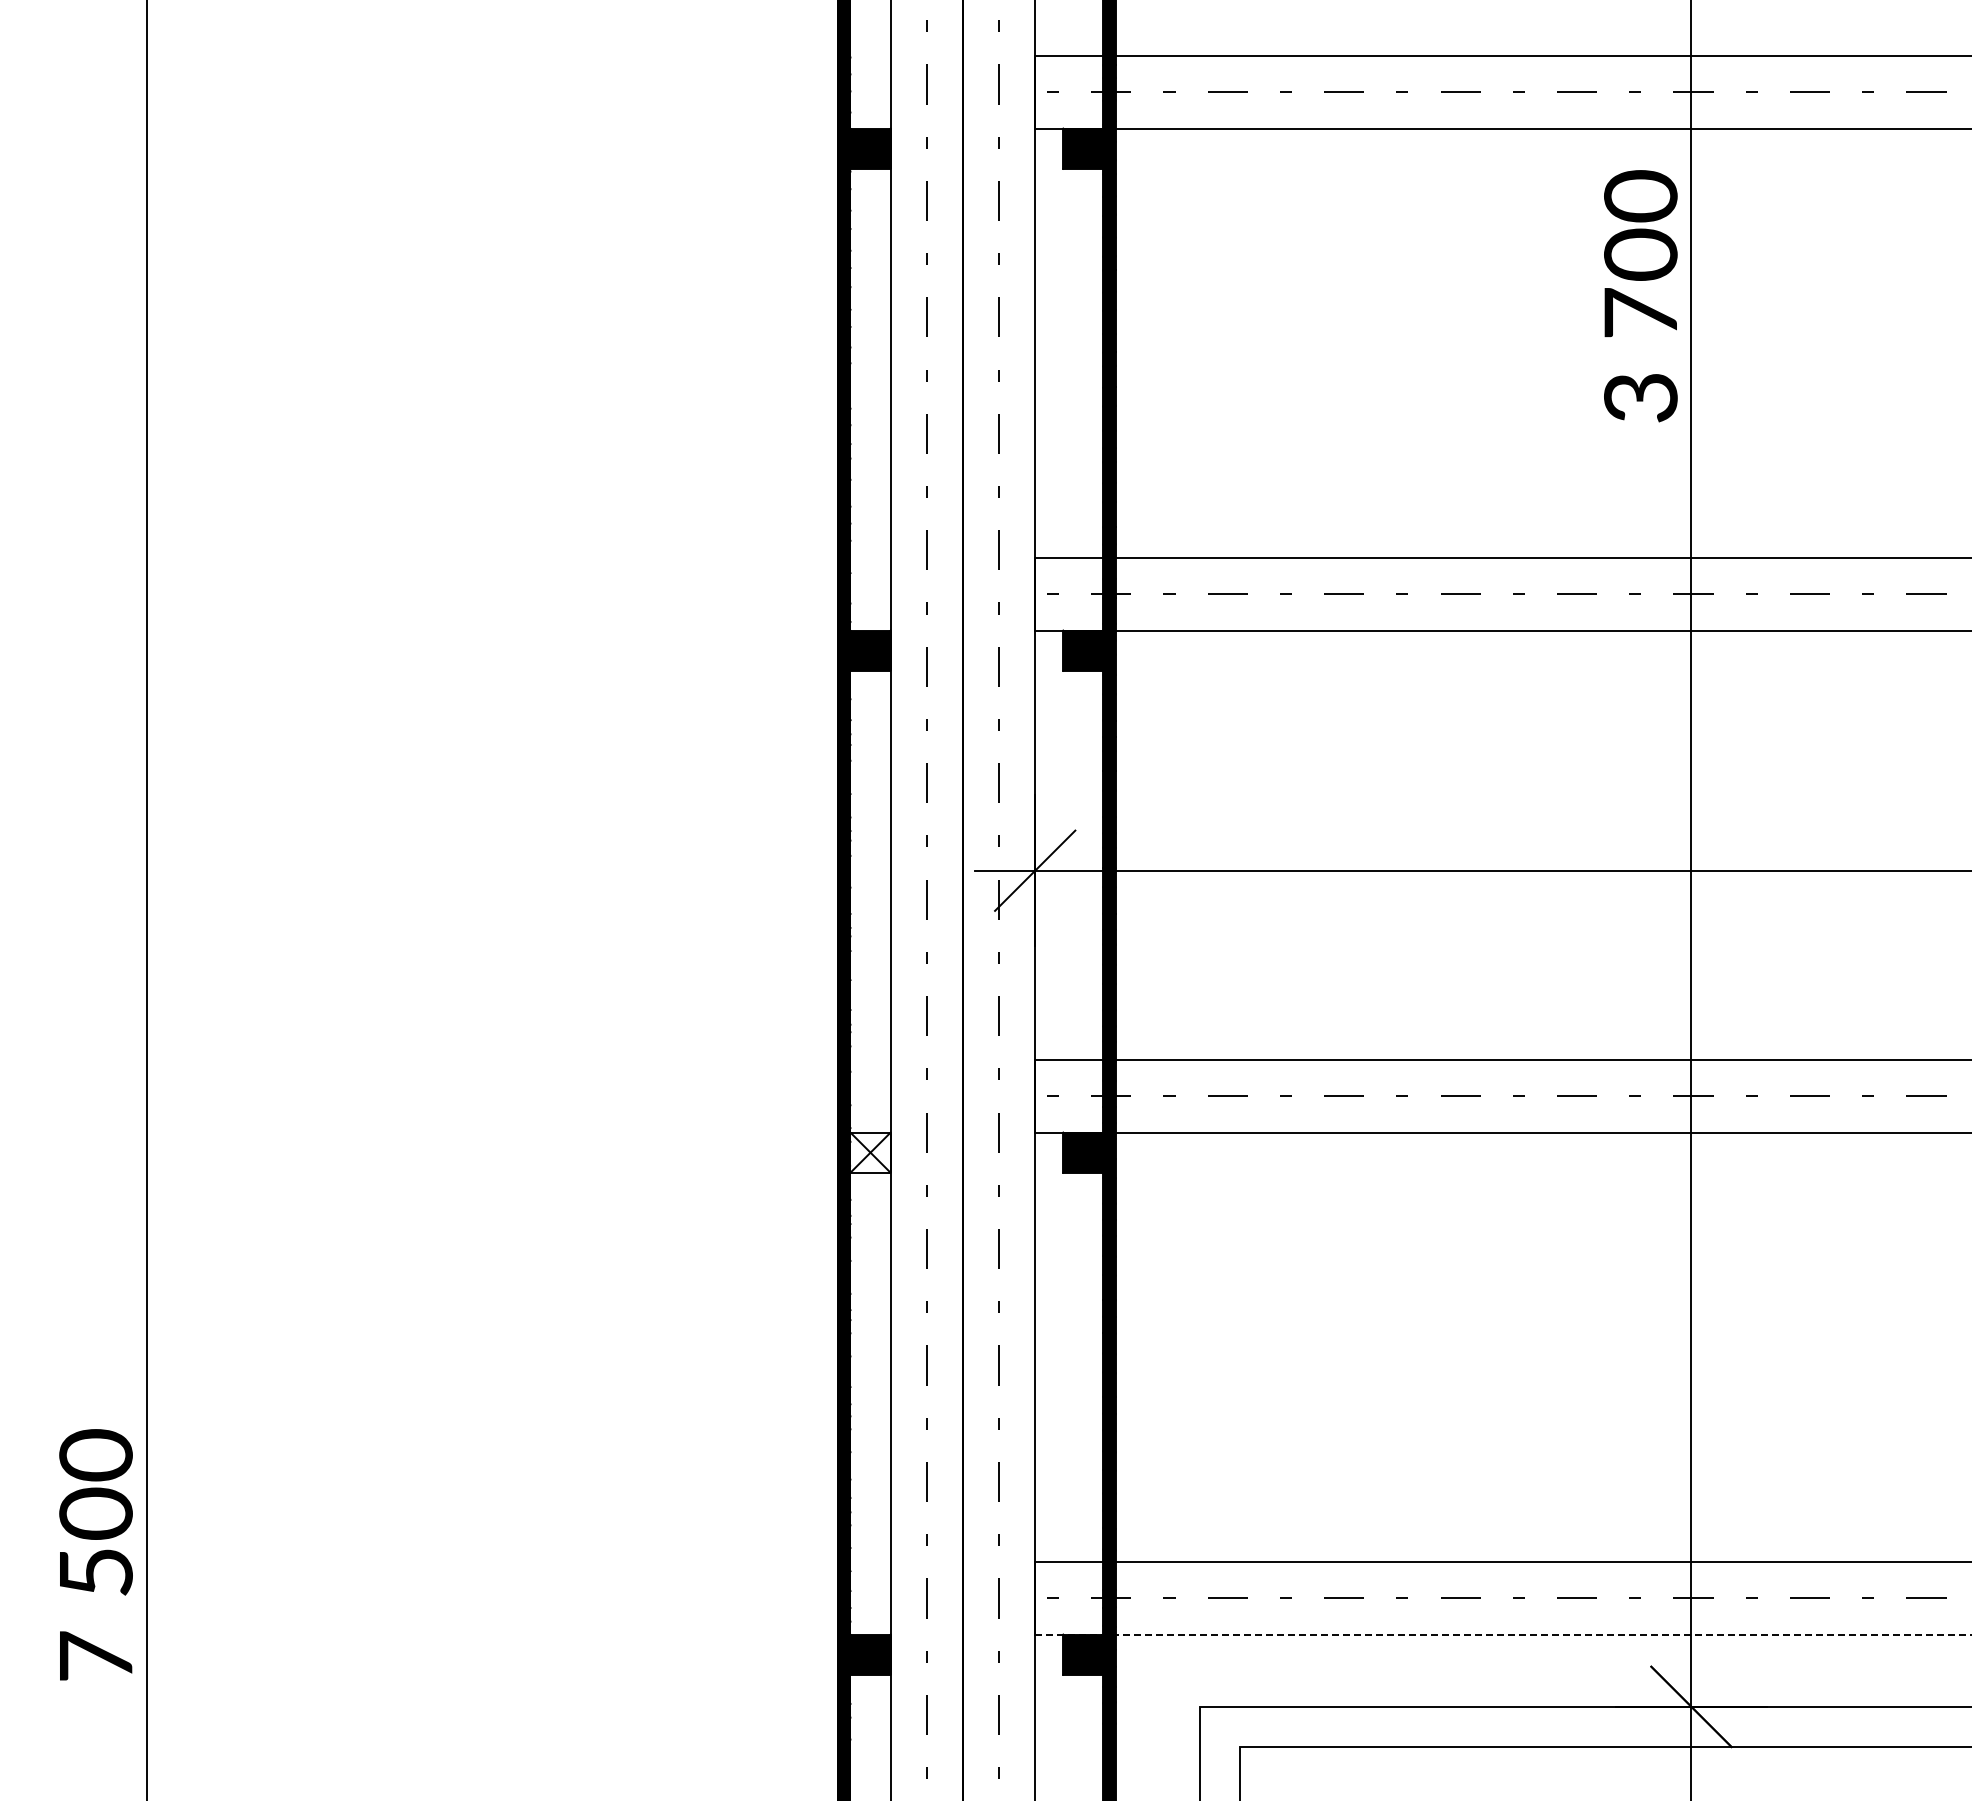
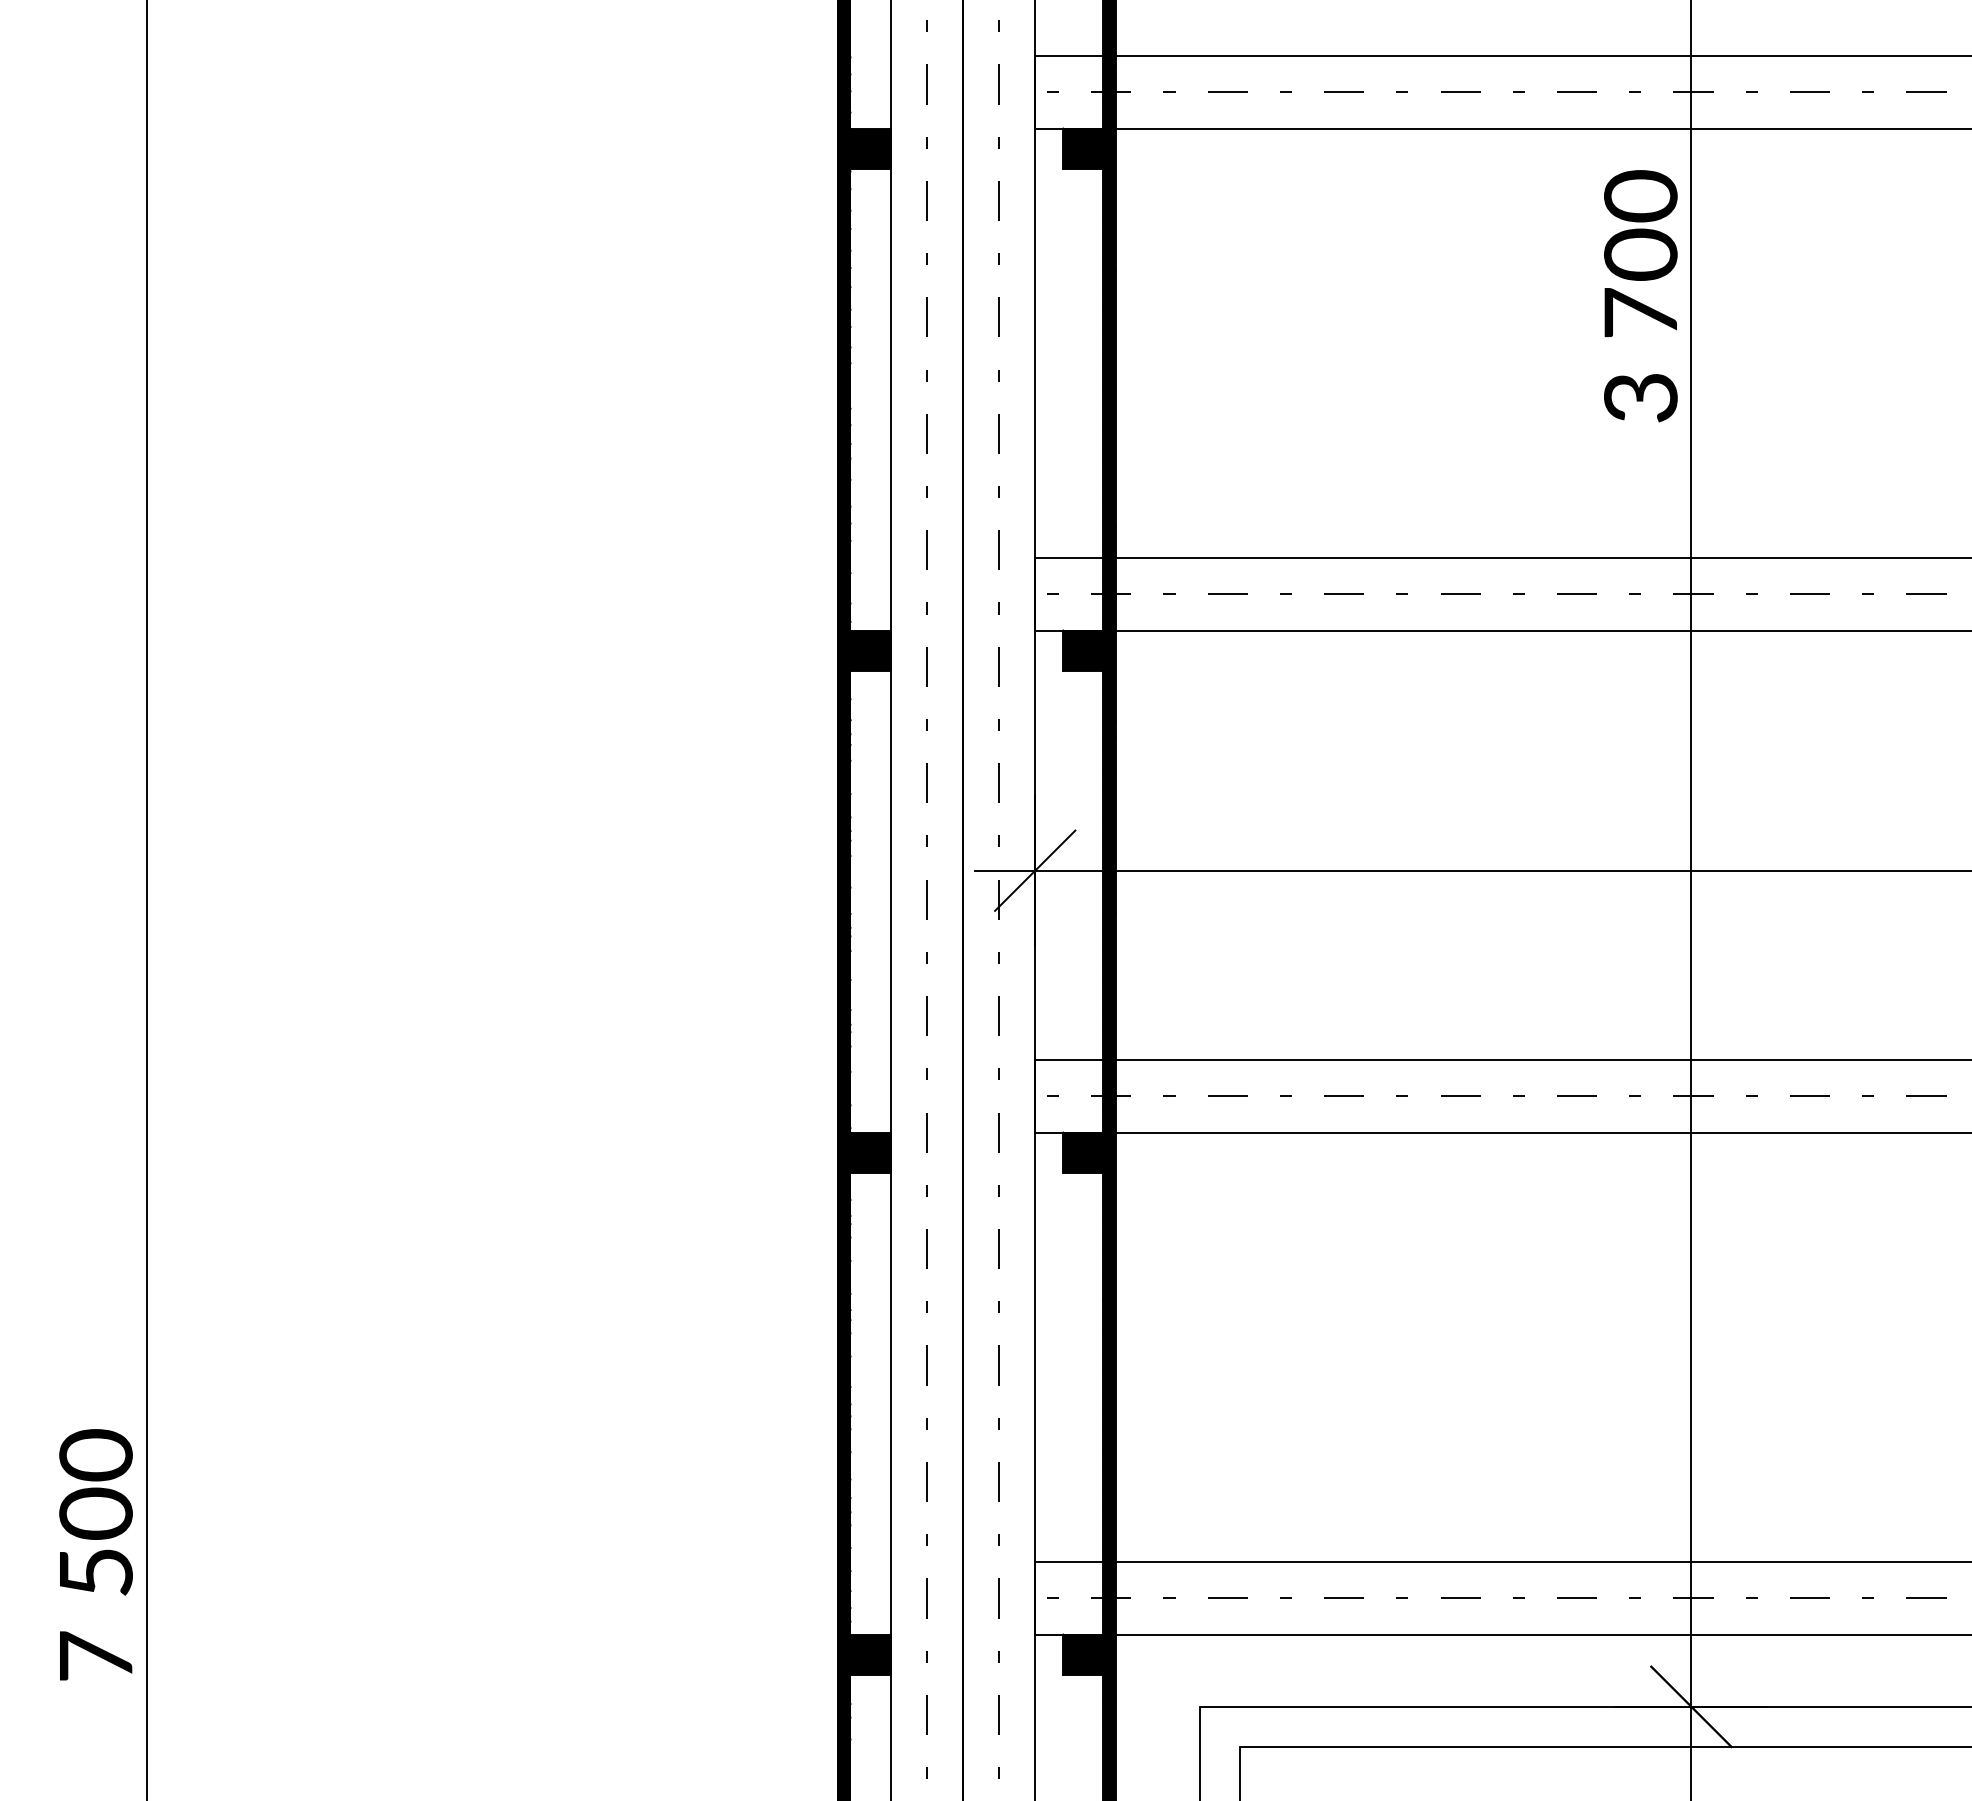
fill at (870, 1152): none -> present
line at (1503, 1634): dashed -> solid
